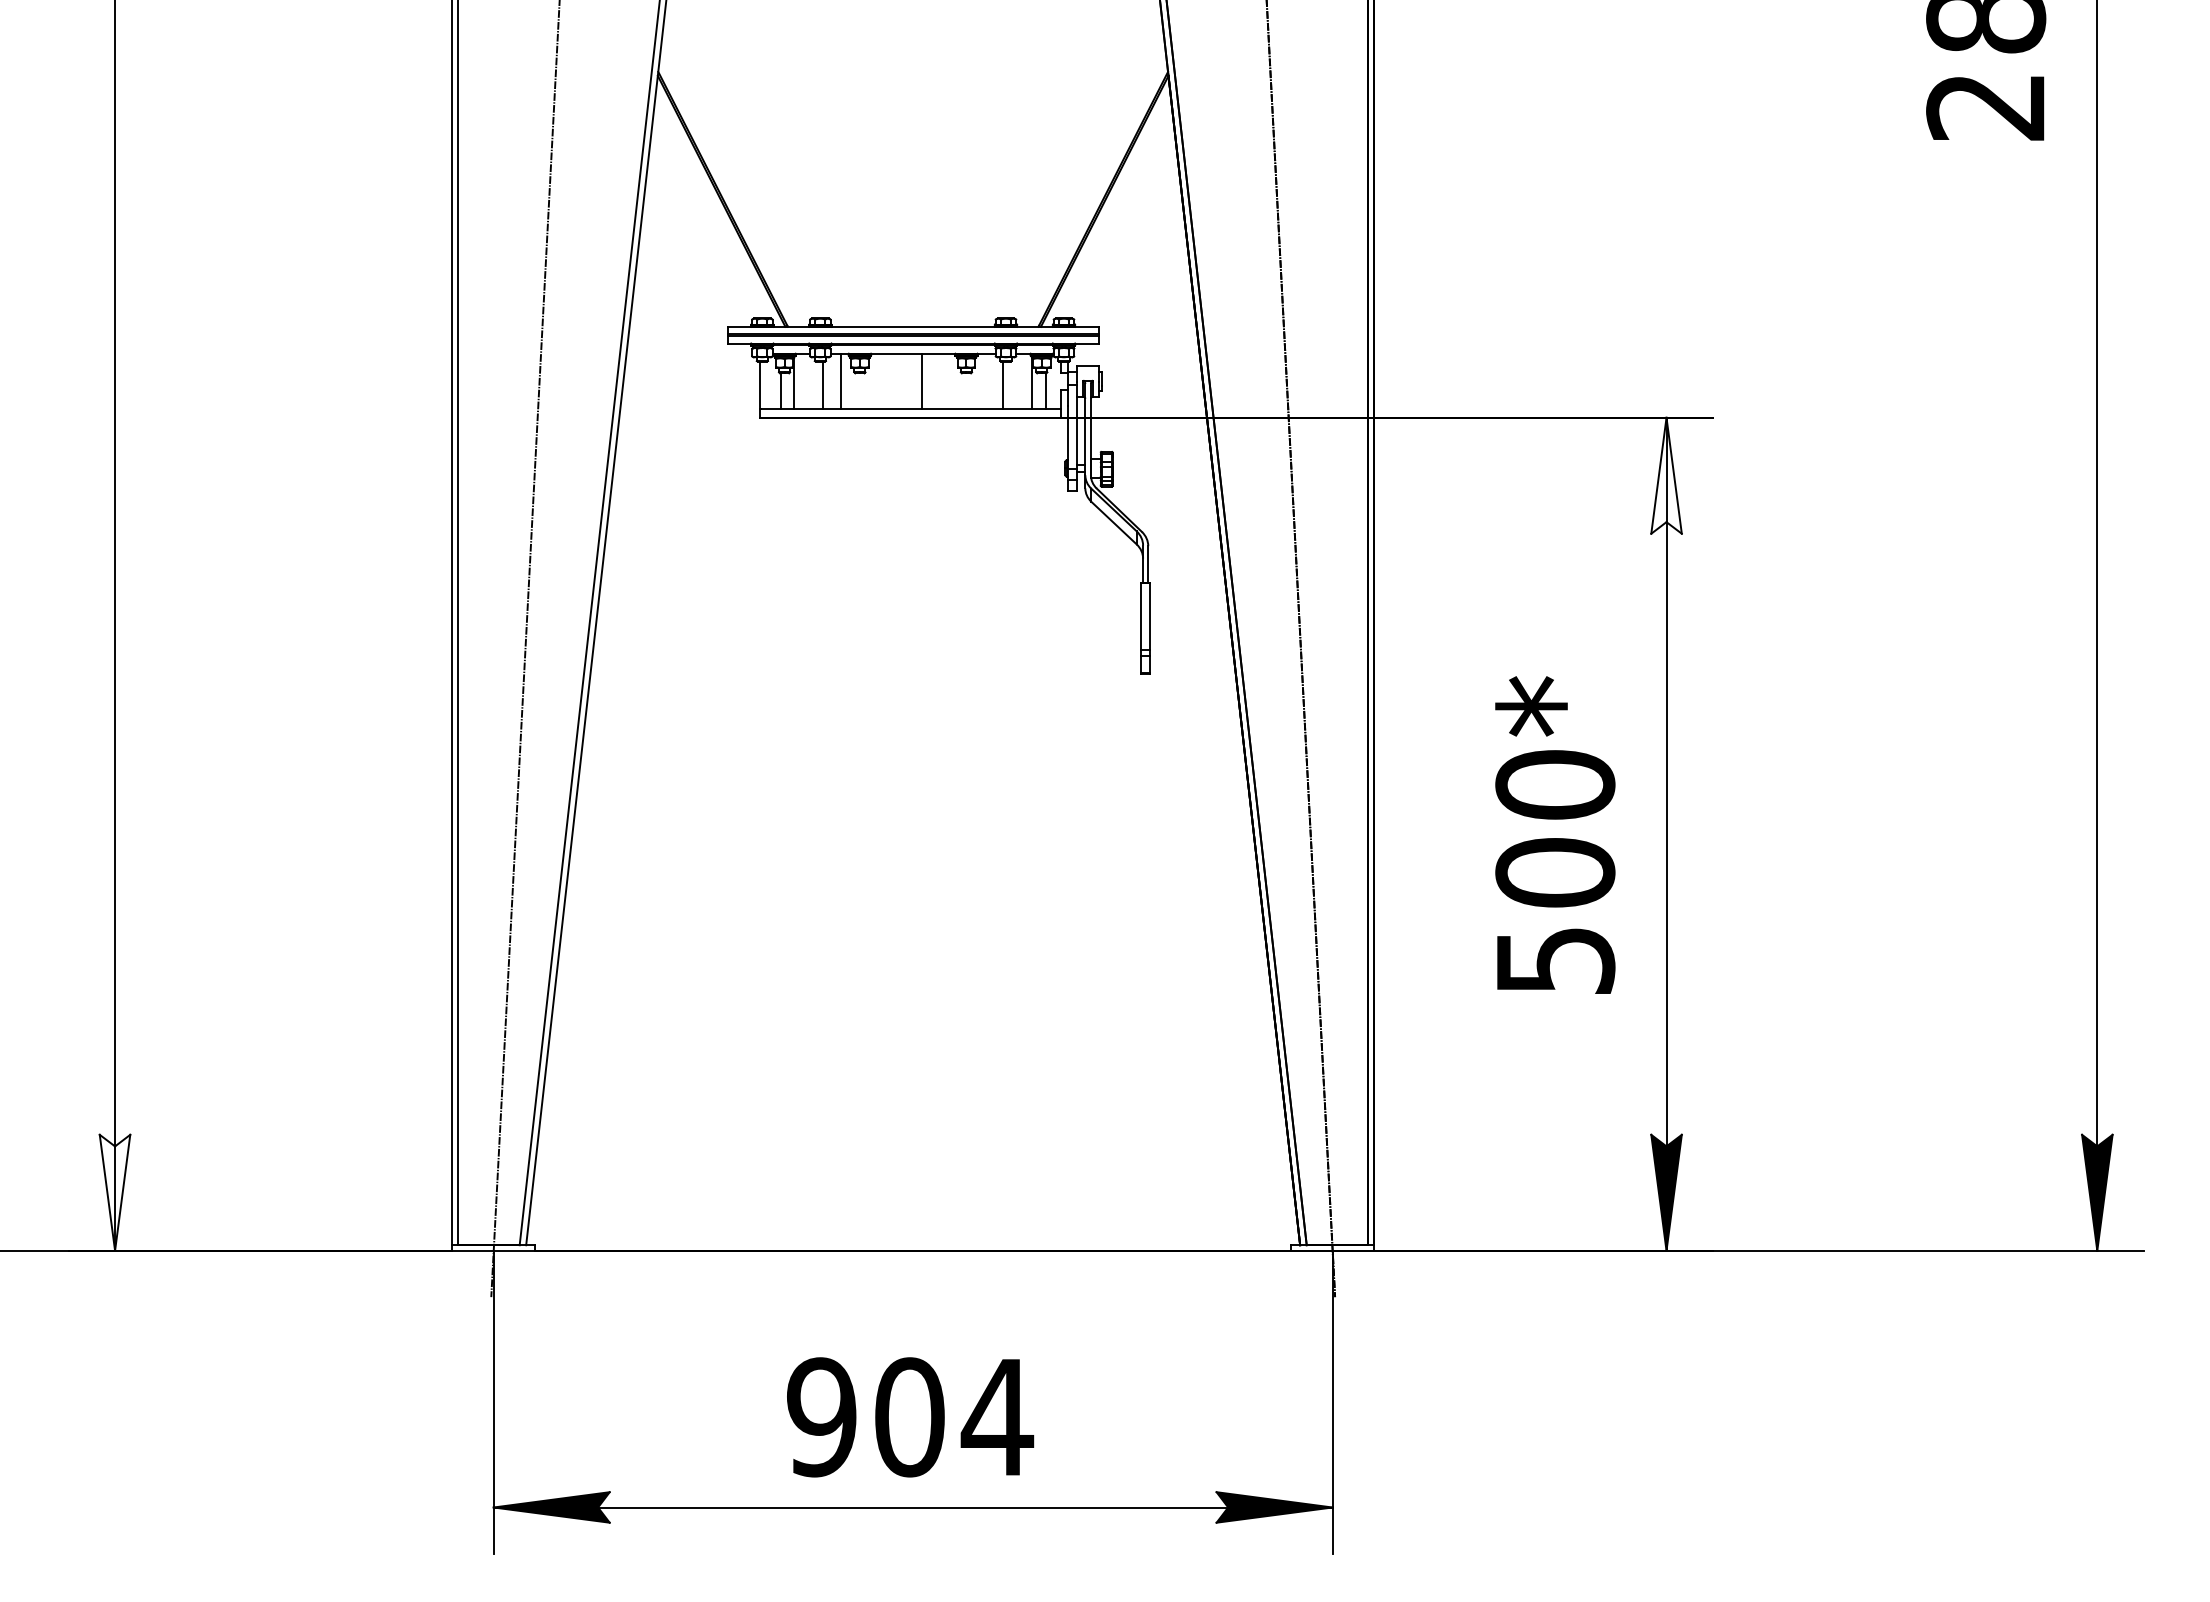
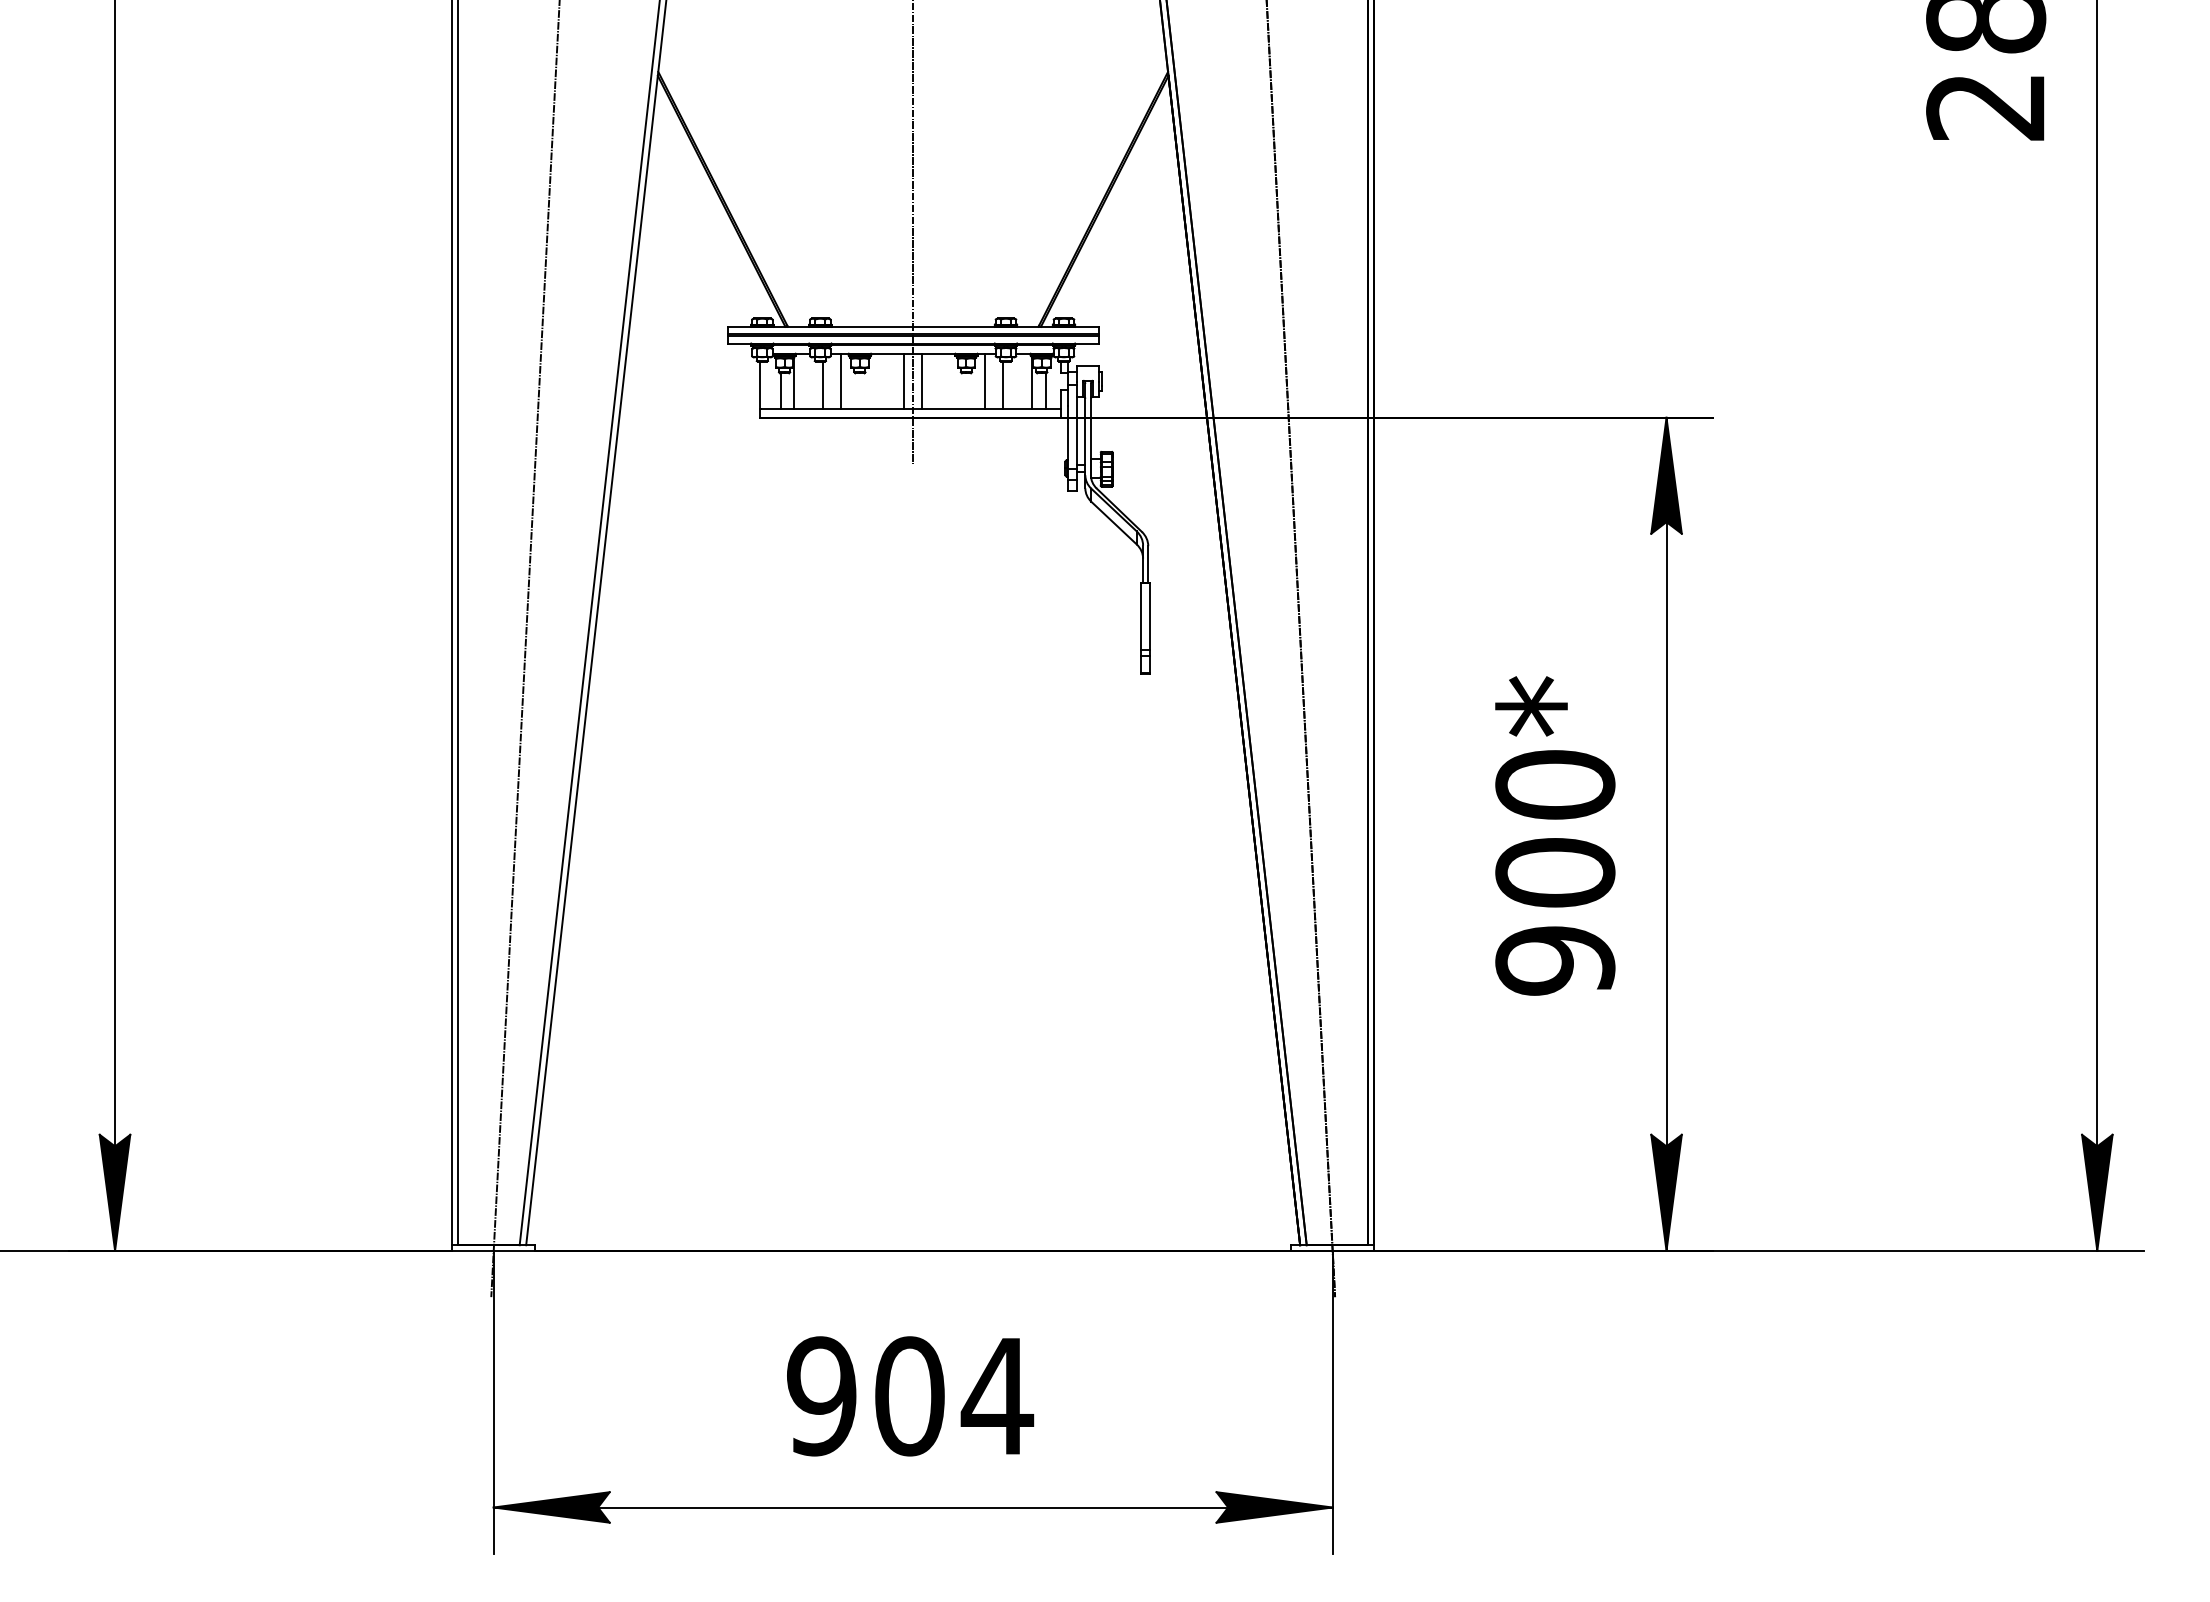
line at (913, 233): none -> present
line at (903, 381): none -> present
line at (985, 381): none -> present
fill at (1666, 475): none -> present
text at (1555, 960): 500* -> 900*
fill at (114, 1192): none -> present
text at (910, 1417) position: (910, 1417) -> (910, 1396)
